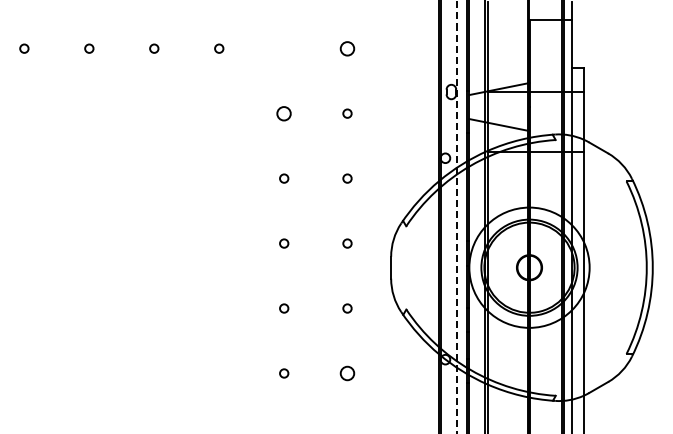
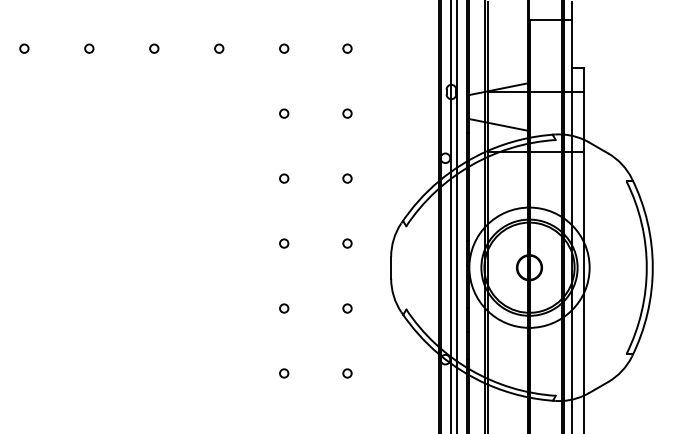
circle at (284, 48): none -> present
circle at (347, 48) size: 17x16 px -> 11x11 px
circle at (283, 113) size: 16x16 px -> 11x11 px
line at (450, 216): none -> present
line at (457, 217): dashed -> solid
circle at (347, 373) size: 17x17 px -> 11x11 px
